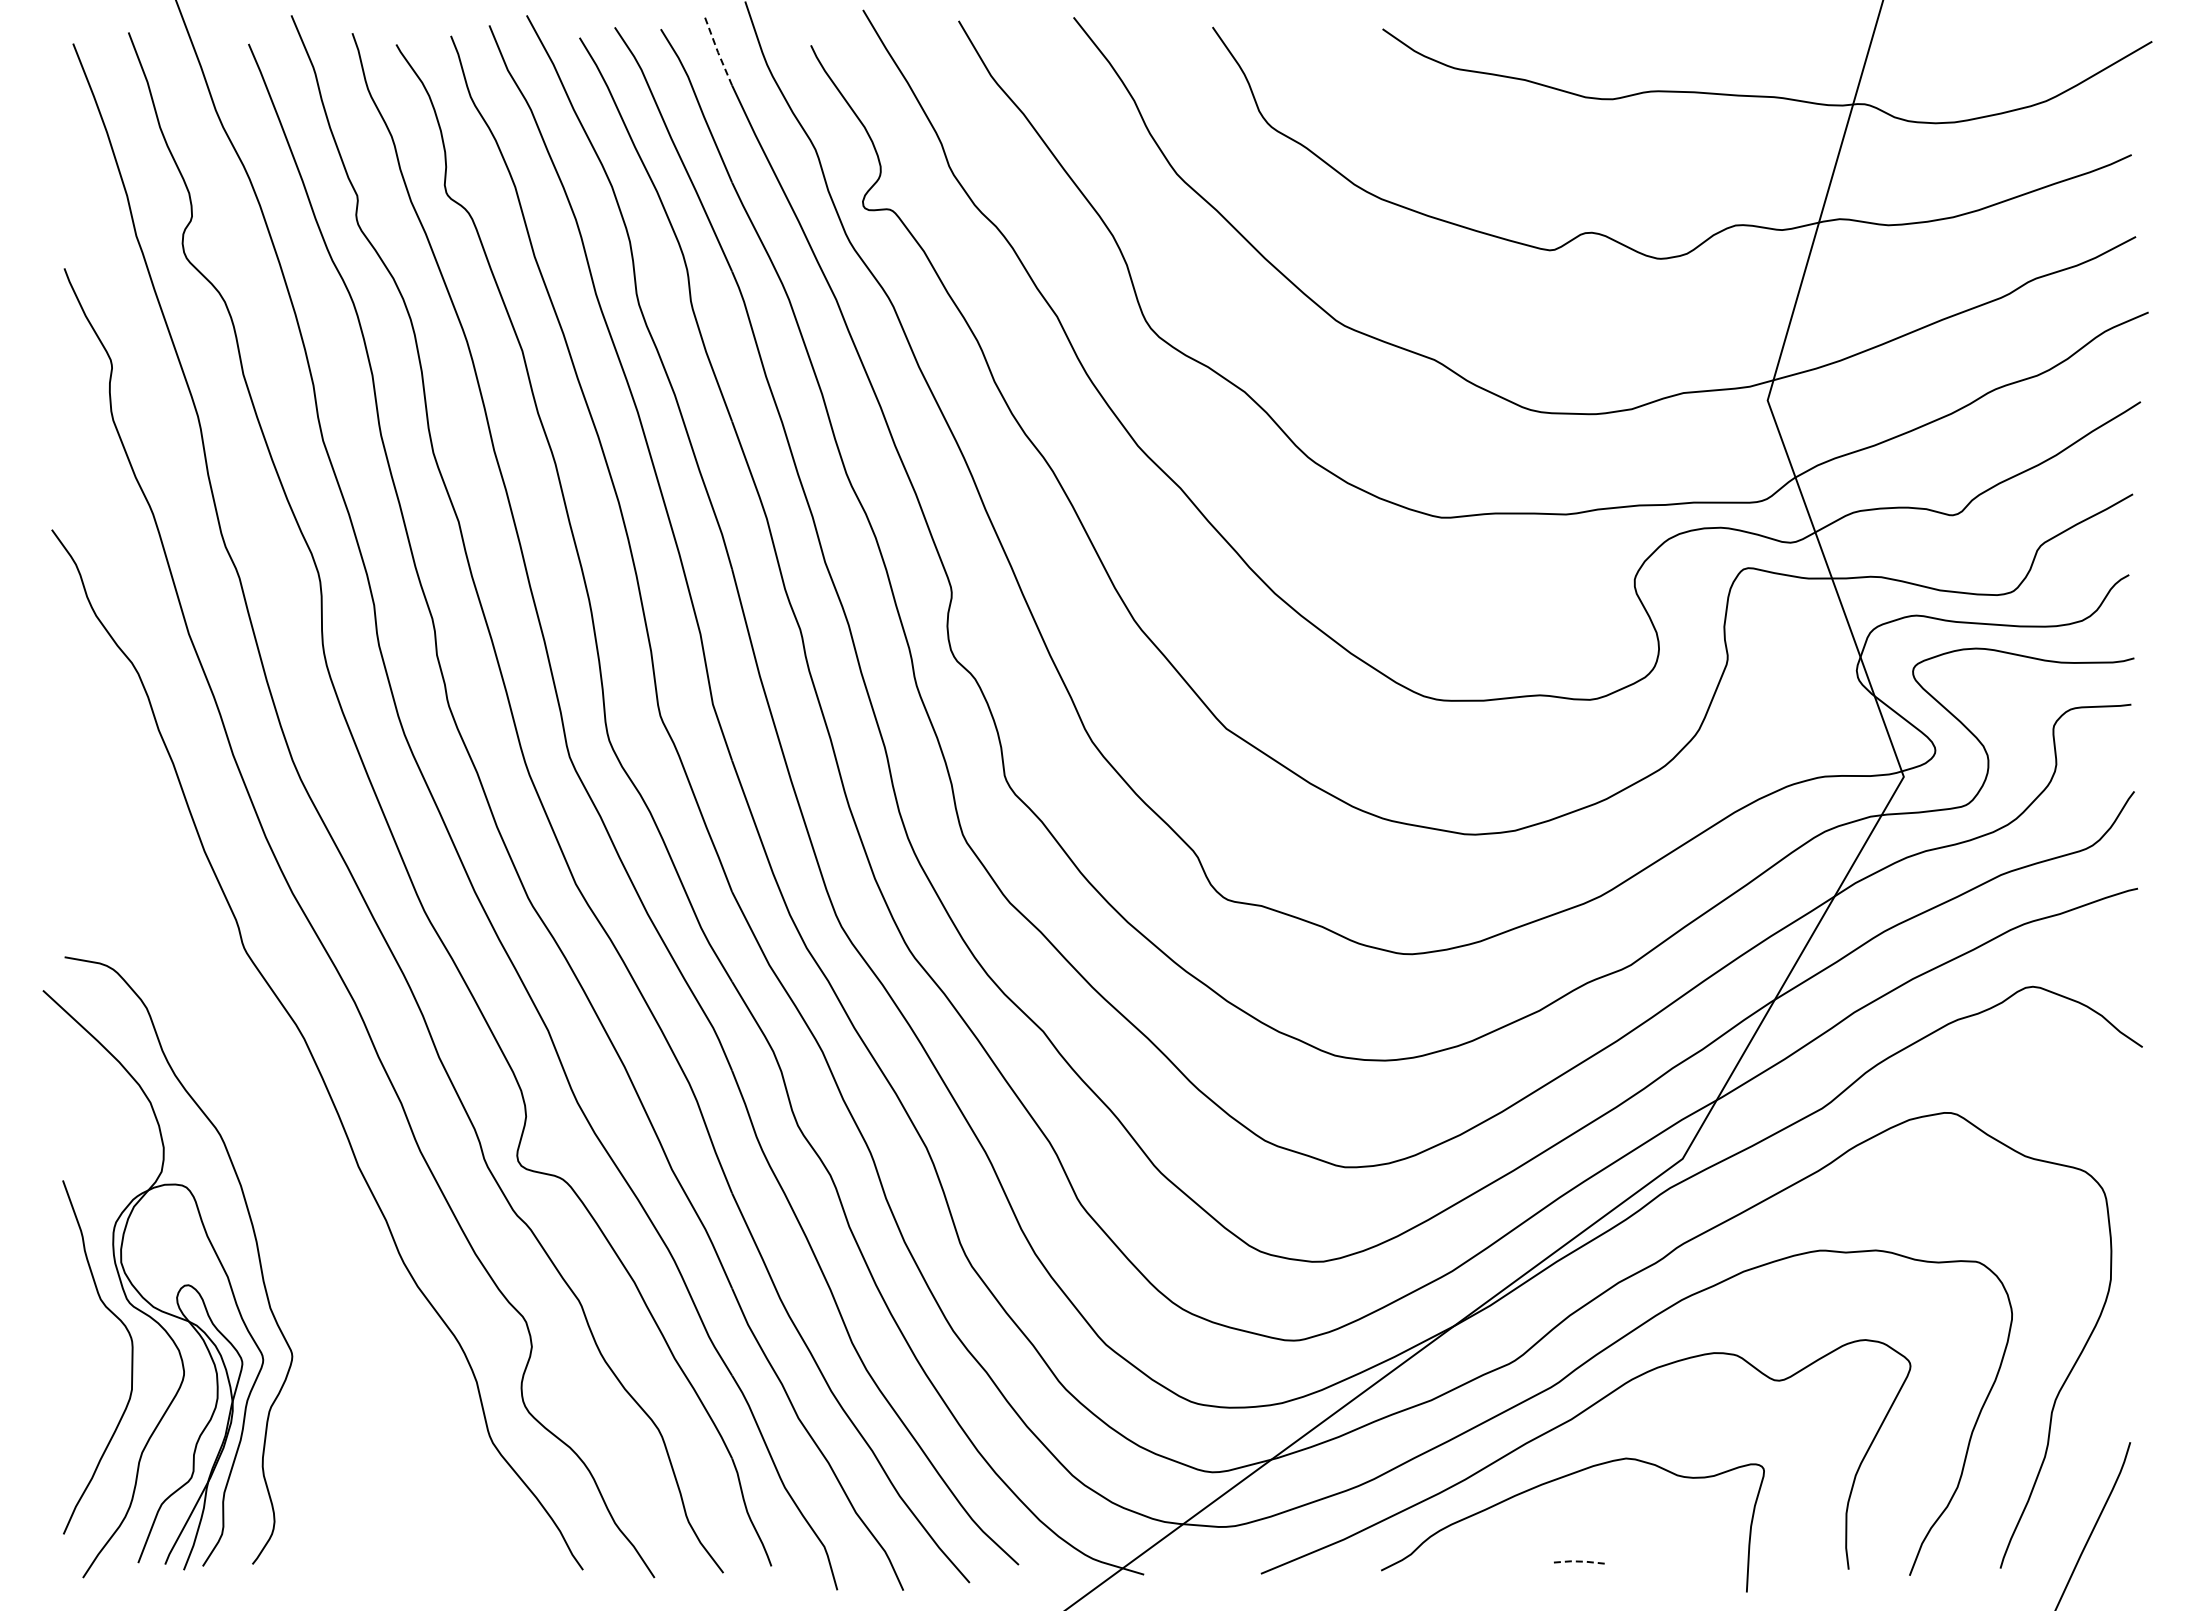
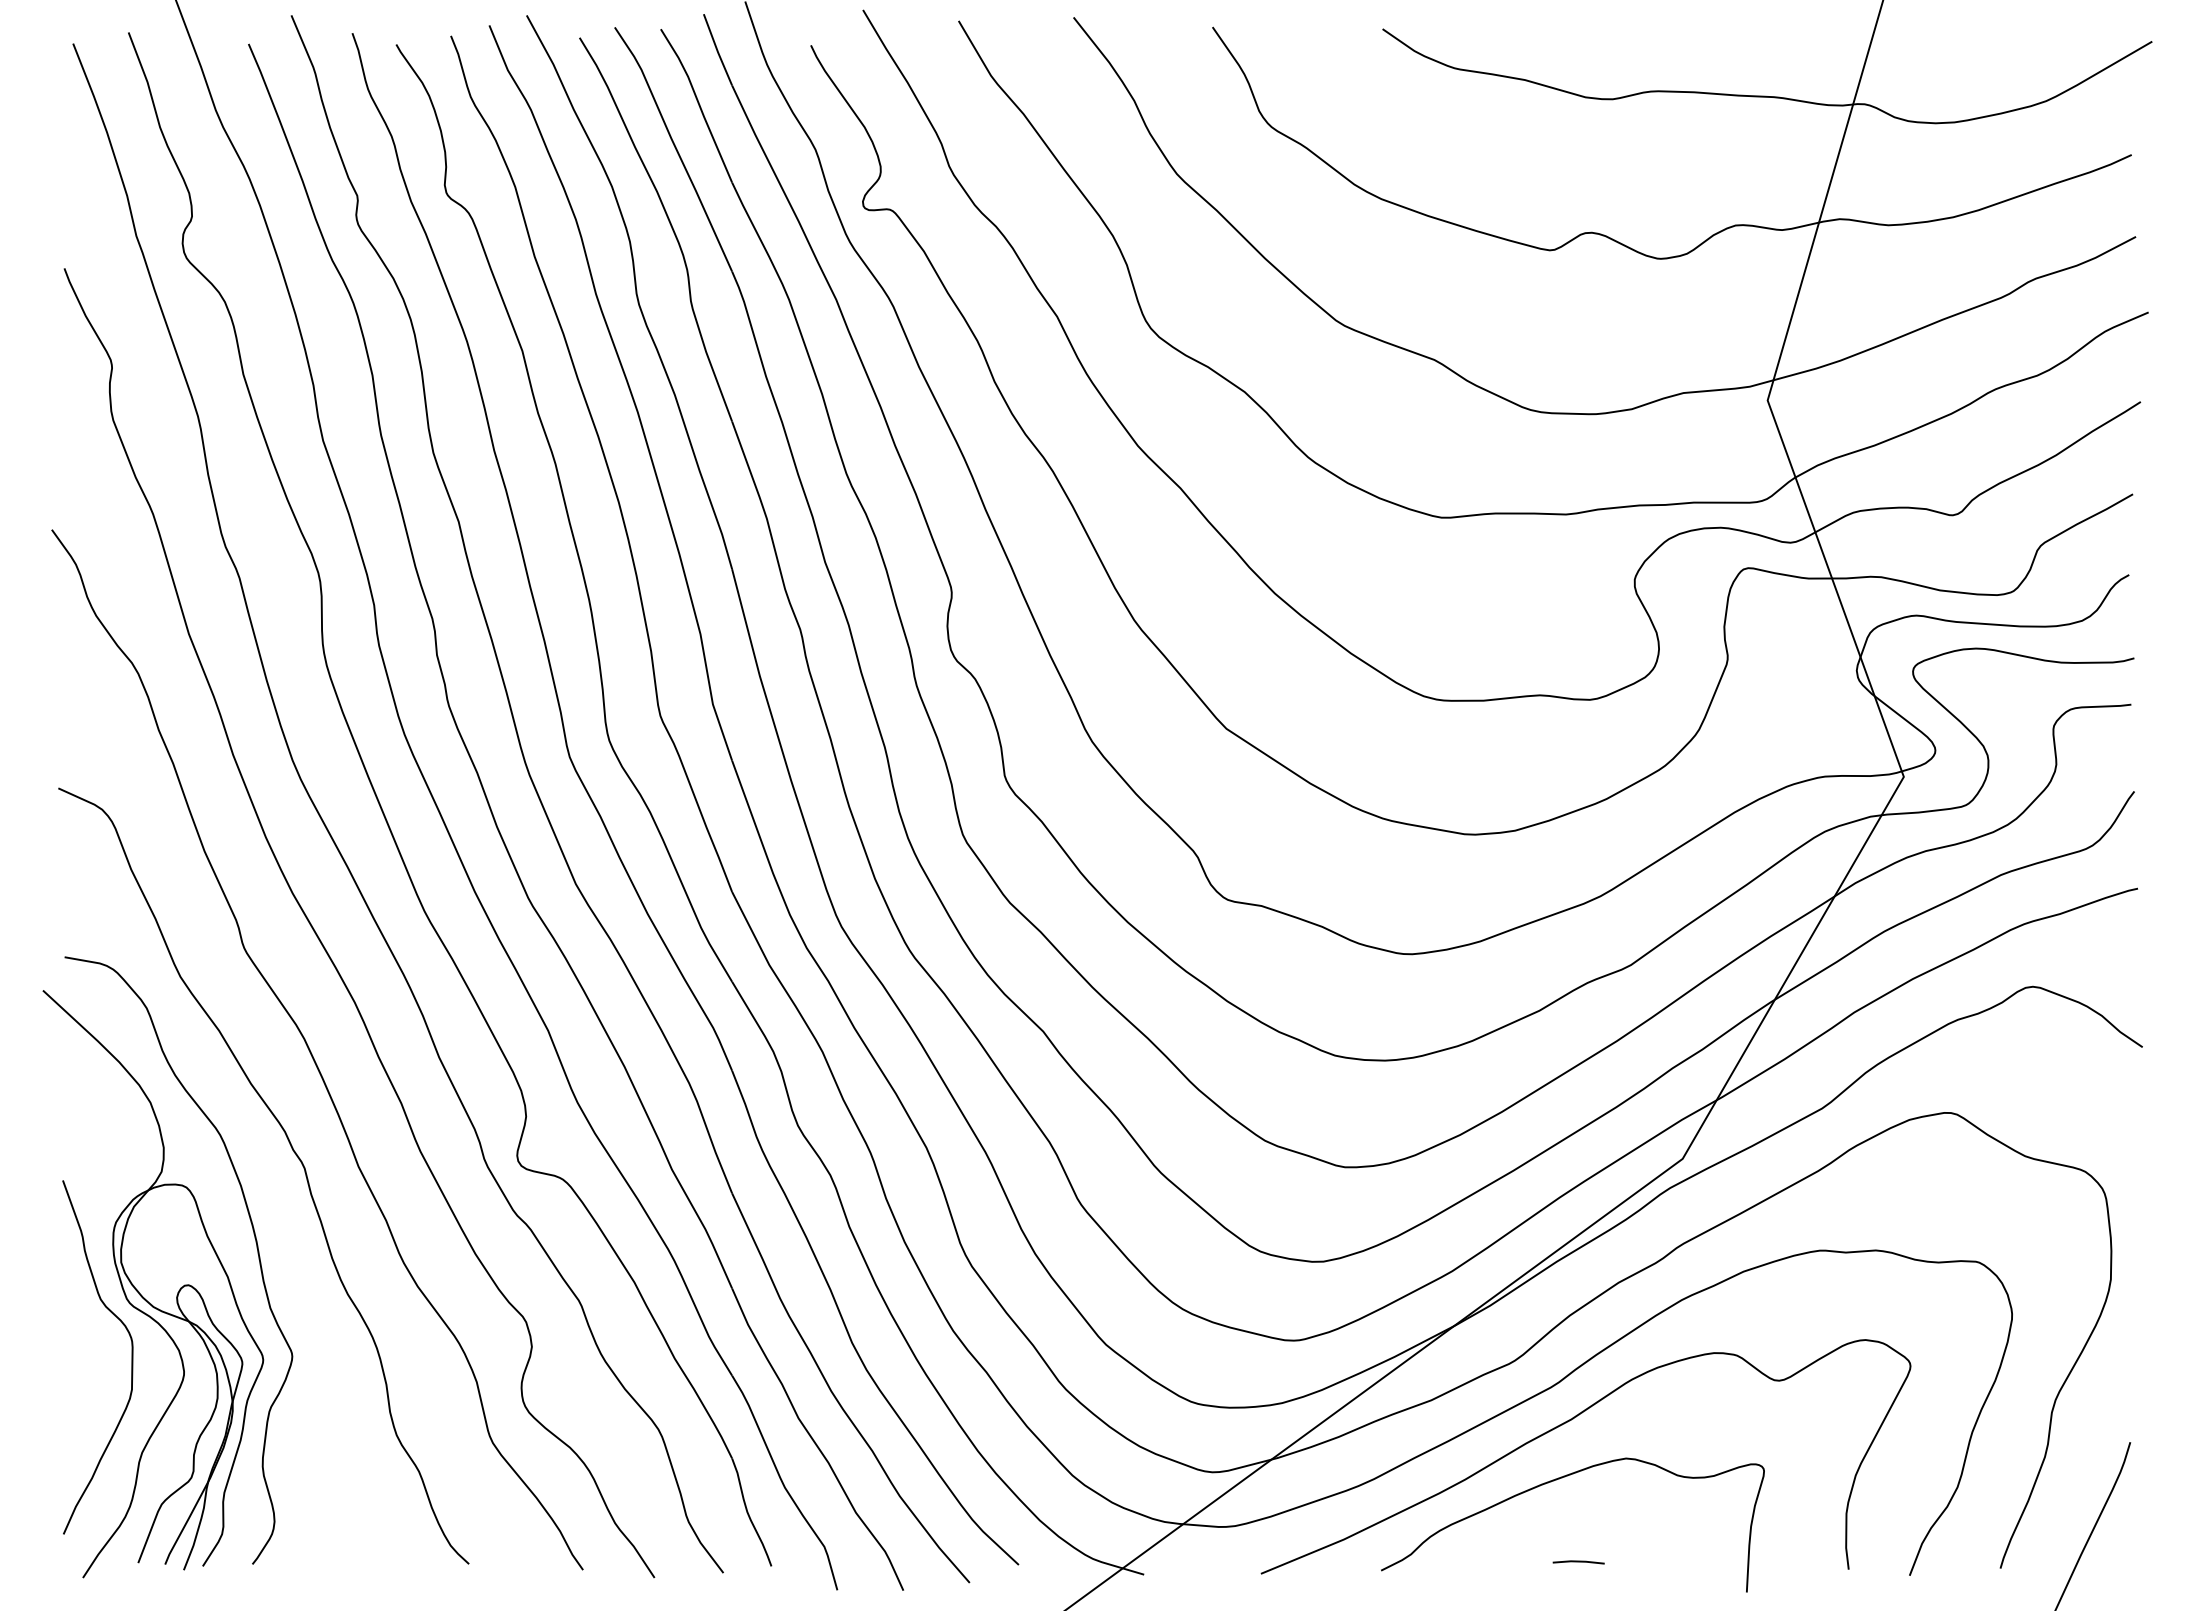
line at (717, 50): dashed -> solid
curve at (295, 1155): none -> present
line at (1578, 1561): dashed -> solid
